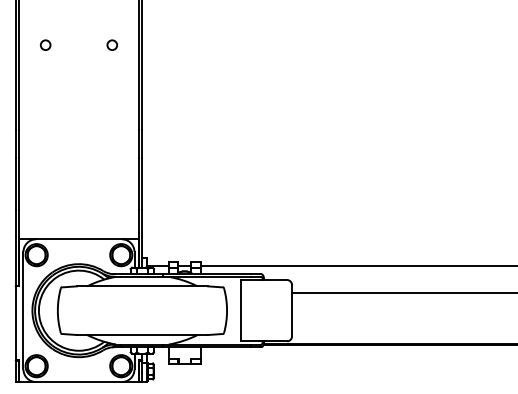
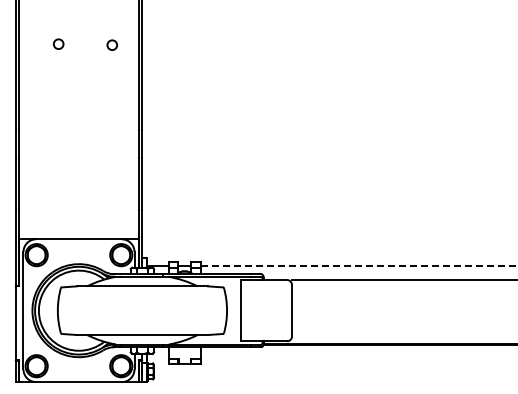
circle at (45, 44) position: (45, 44) -> (58, 43)
line at (359, 265): solid -> dashed
line at (403, 293) position: (403, 293) -> (403, 280)
